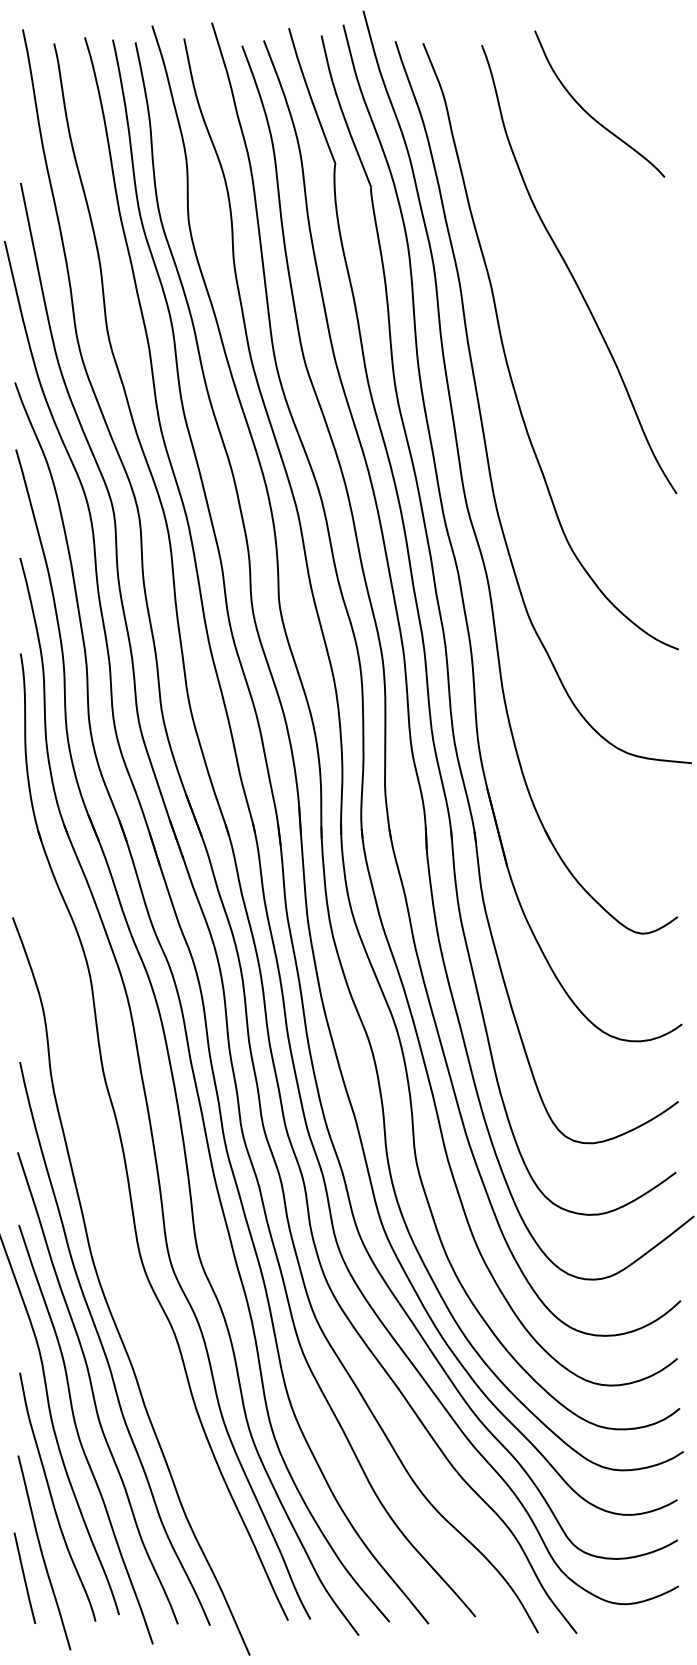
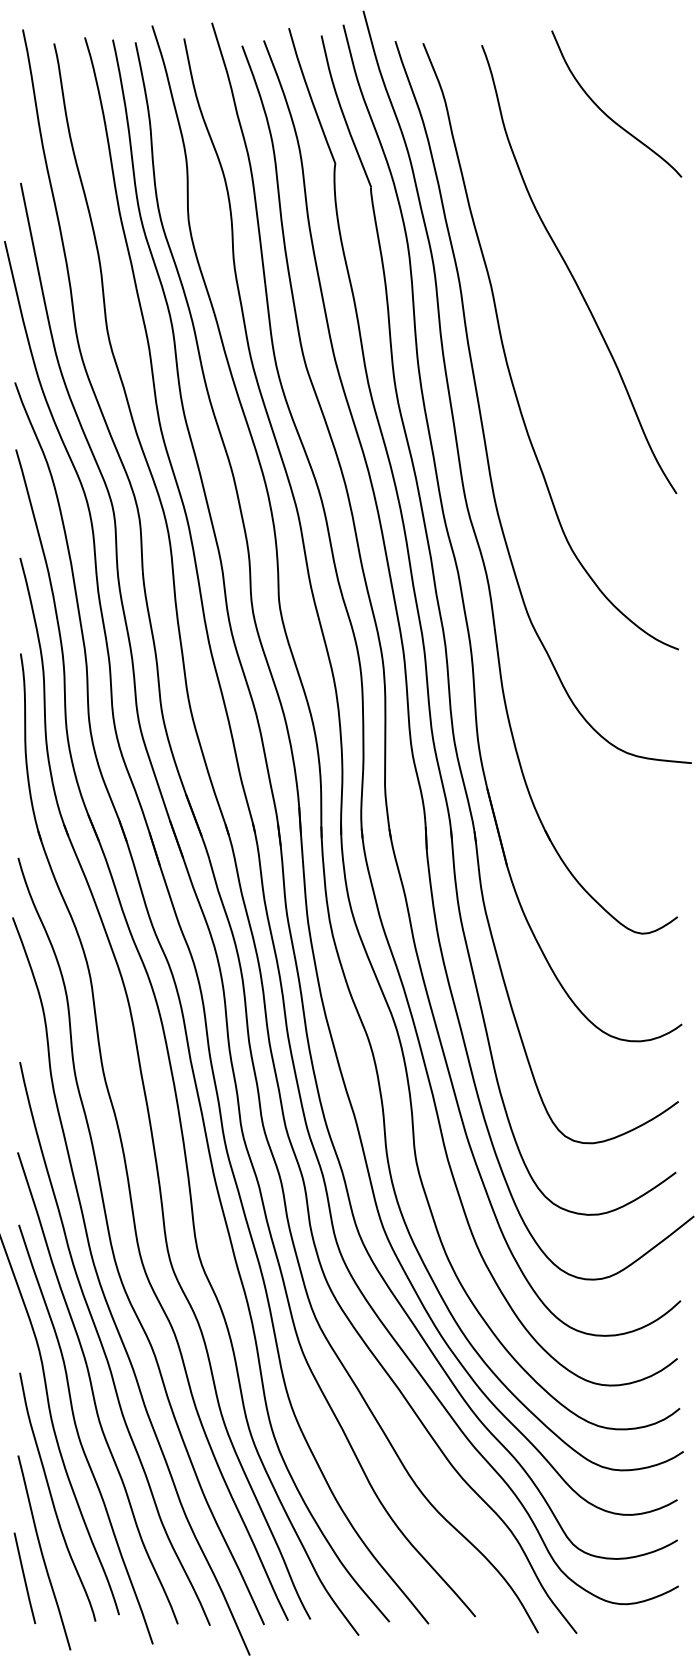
curve at (589, 113) position: (589, 113) -> (606, 113)
curve at (112, 1244): none -> present
